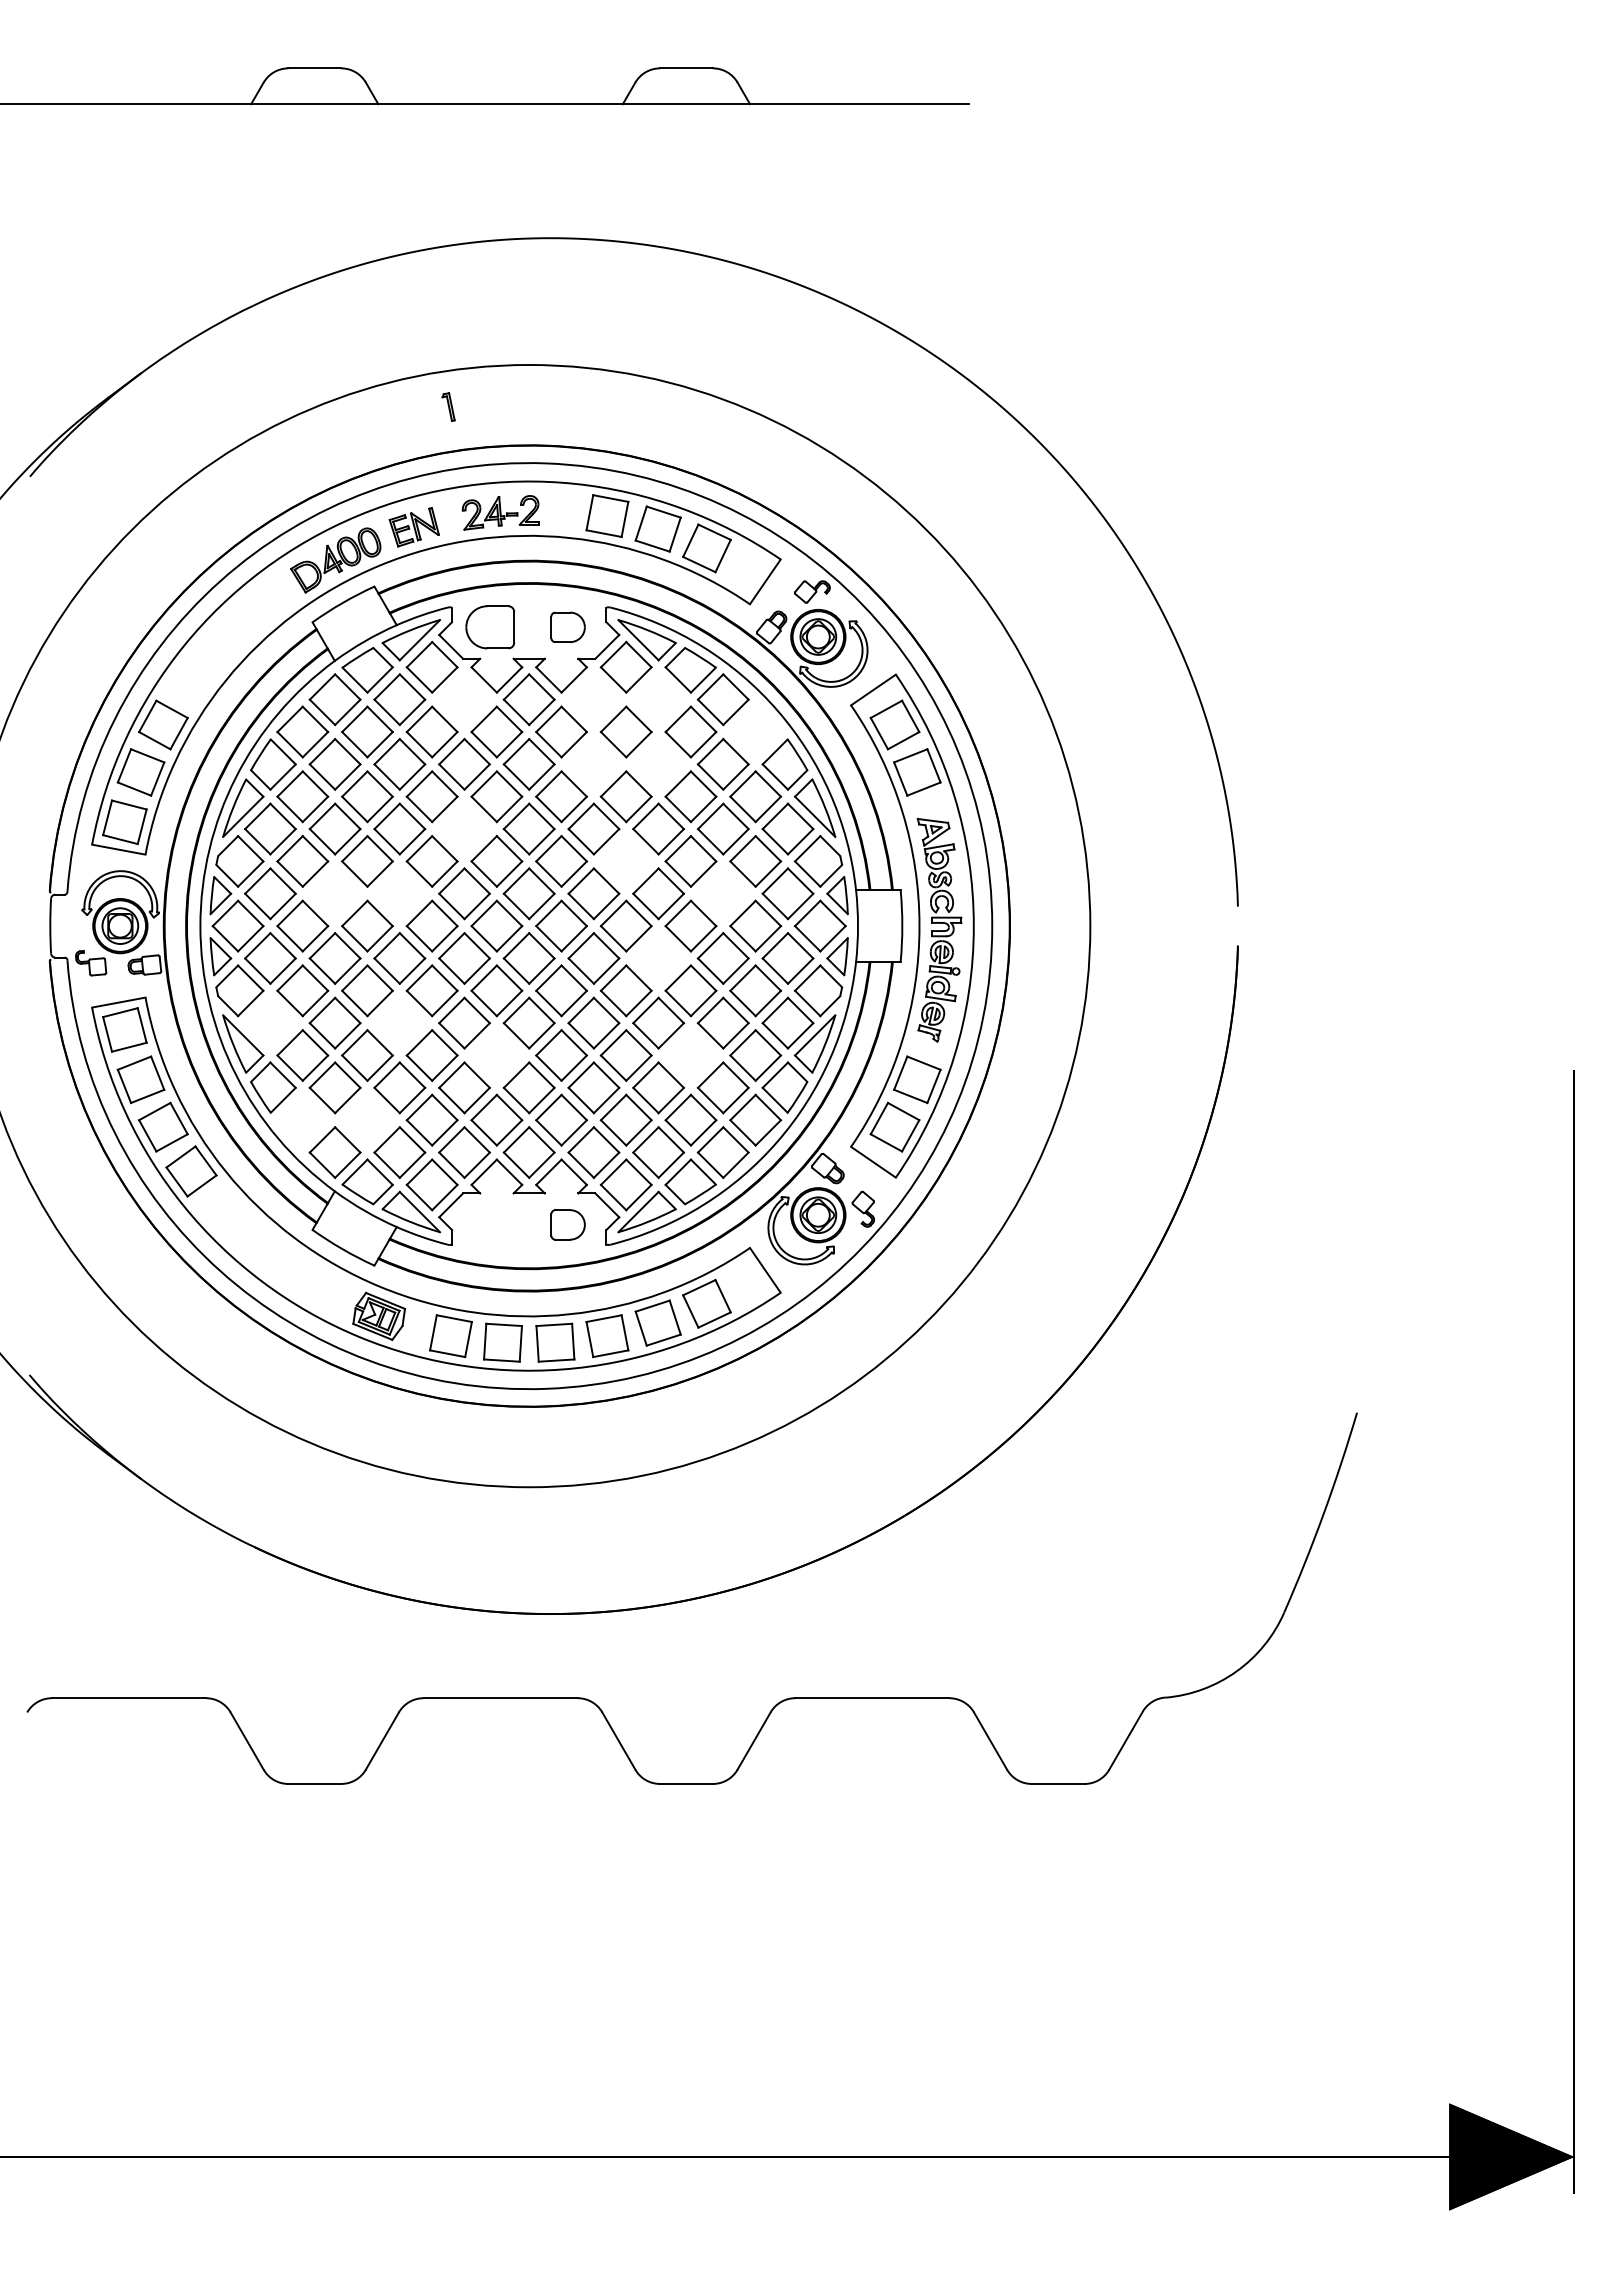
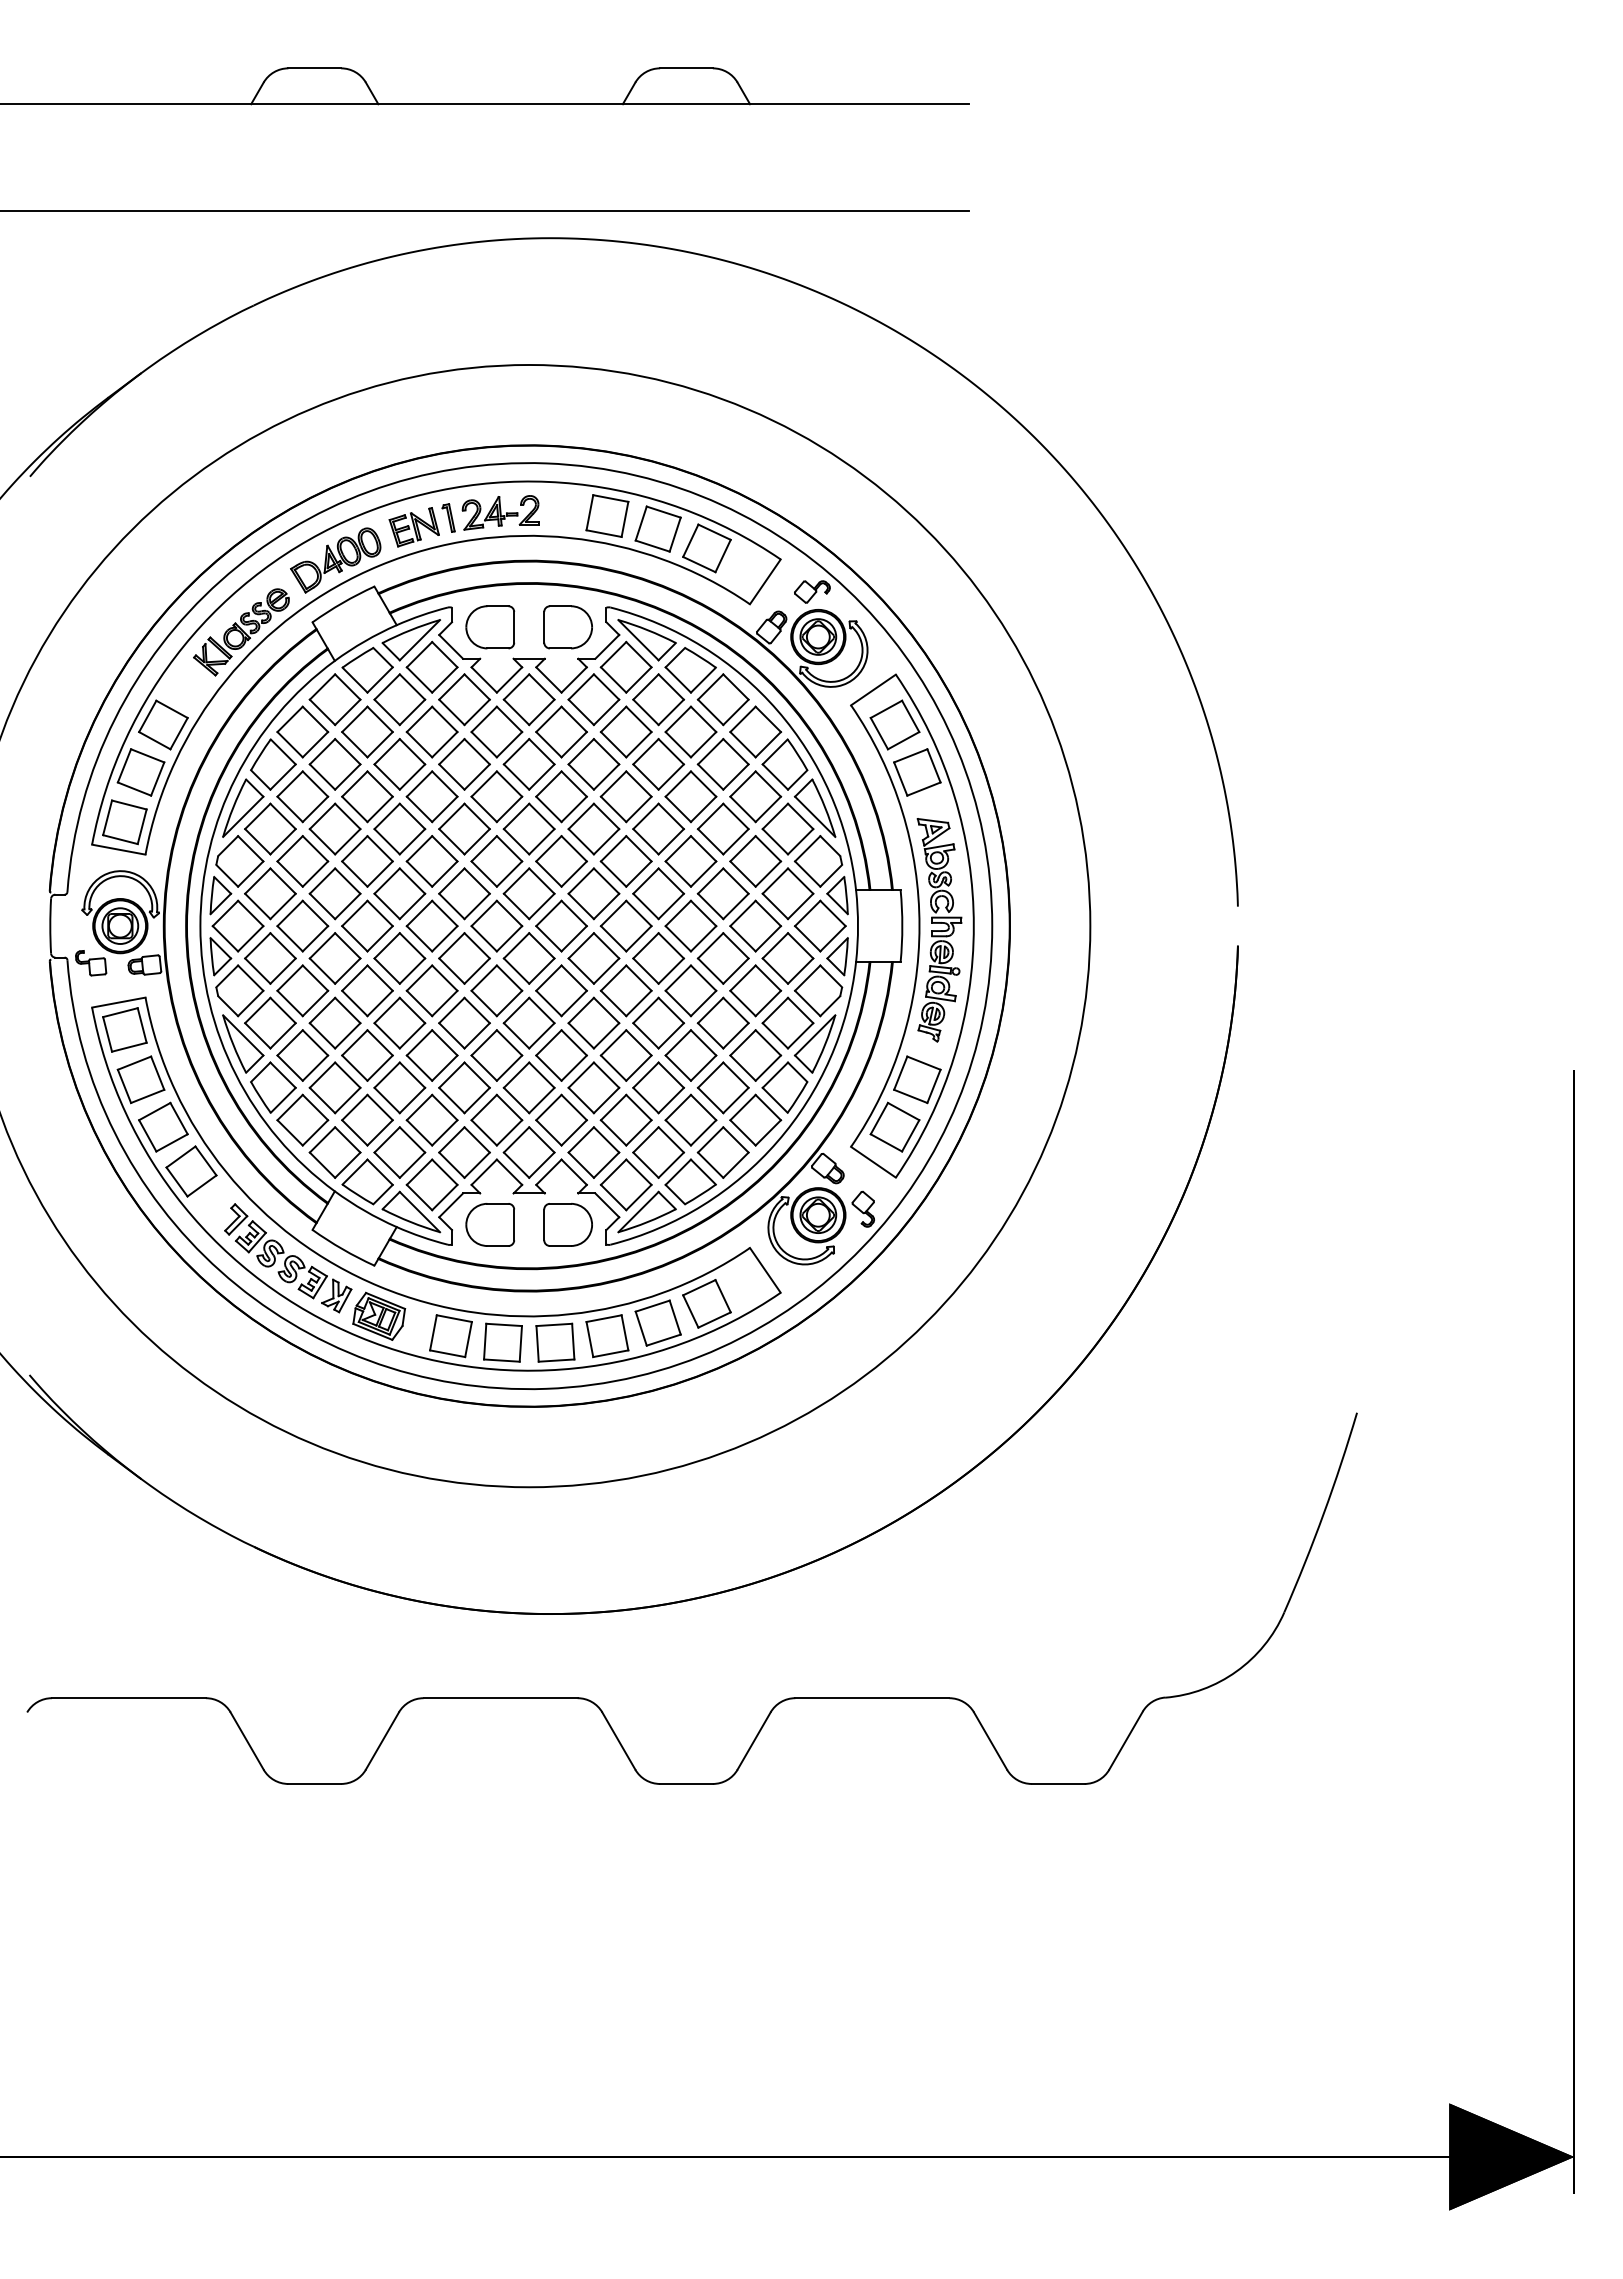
line at (485, 211): none -> present
part at (448, 406) position: (448, 406) -> (448, 517)
part at (567, 626) size: 36x32 px -> 50x45 px
part at (241, 632): none -> present
part at (464, 699): none -> present
part at (593, 699): none -> present
part at (658, 699): none -> present
part at (755, 731): none -> present
part at (593, 764): none -> present
part at (658, 764): none -> present
part at (464, 828): none -> present
part at (625, 861): none -> present
part at (334, 893): none -> present
part at (399, 893): none -> present
part at (722, 893): none -> present
part at (658, 958): none -> present
part at (270, 1022): none -> present
part at (399, 1022): none -> present
part at (496, 1055): none -> present
part at (690, 1055): none -> present
part at (302, 1119): none -> present
part at (367, 1119): none -> present
part at (489, 1224): none -> present
part at (567, 1224) size: 36x32 px -> 50x44 px
part at (288, 1258): none -> present
